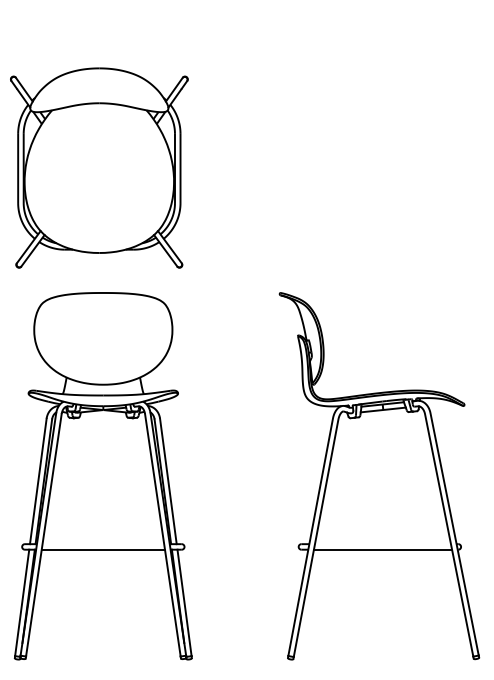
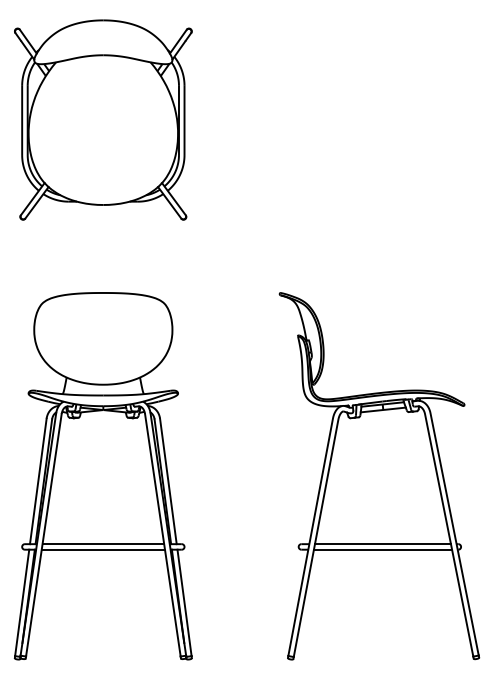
part at (99, 167) position: (99, 167) -> (103, 119)
line at (103, 544): none -> present
line at (382, 544): none -> present
